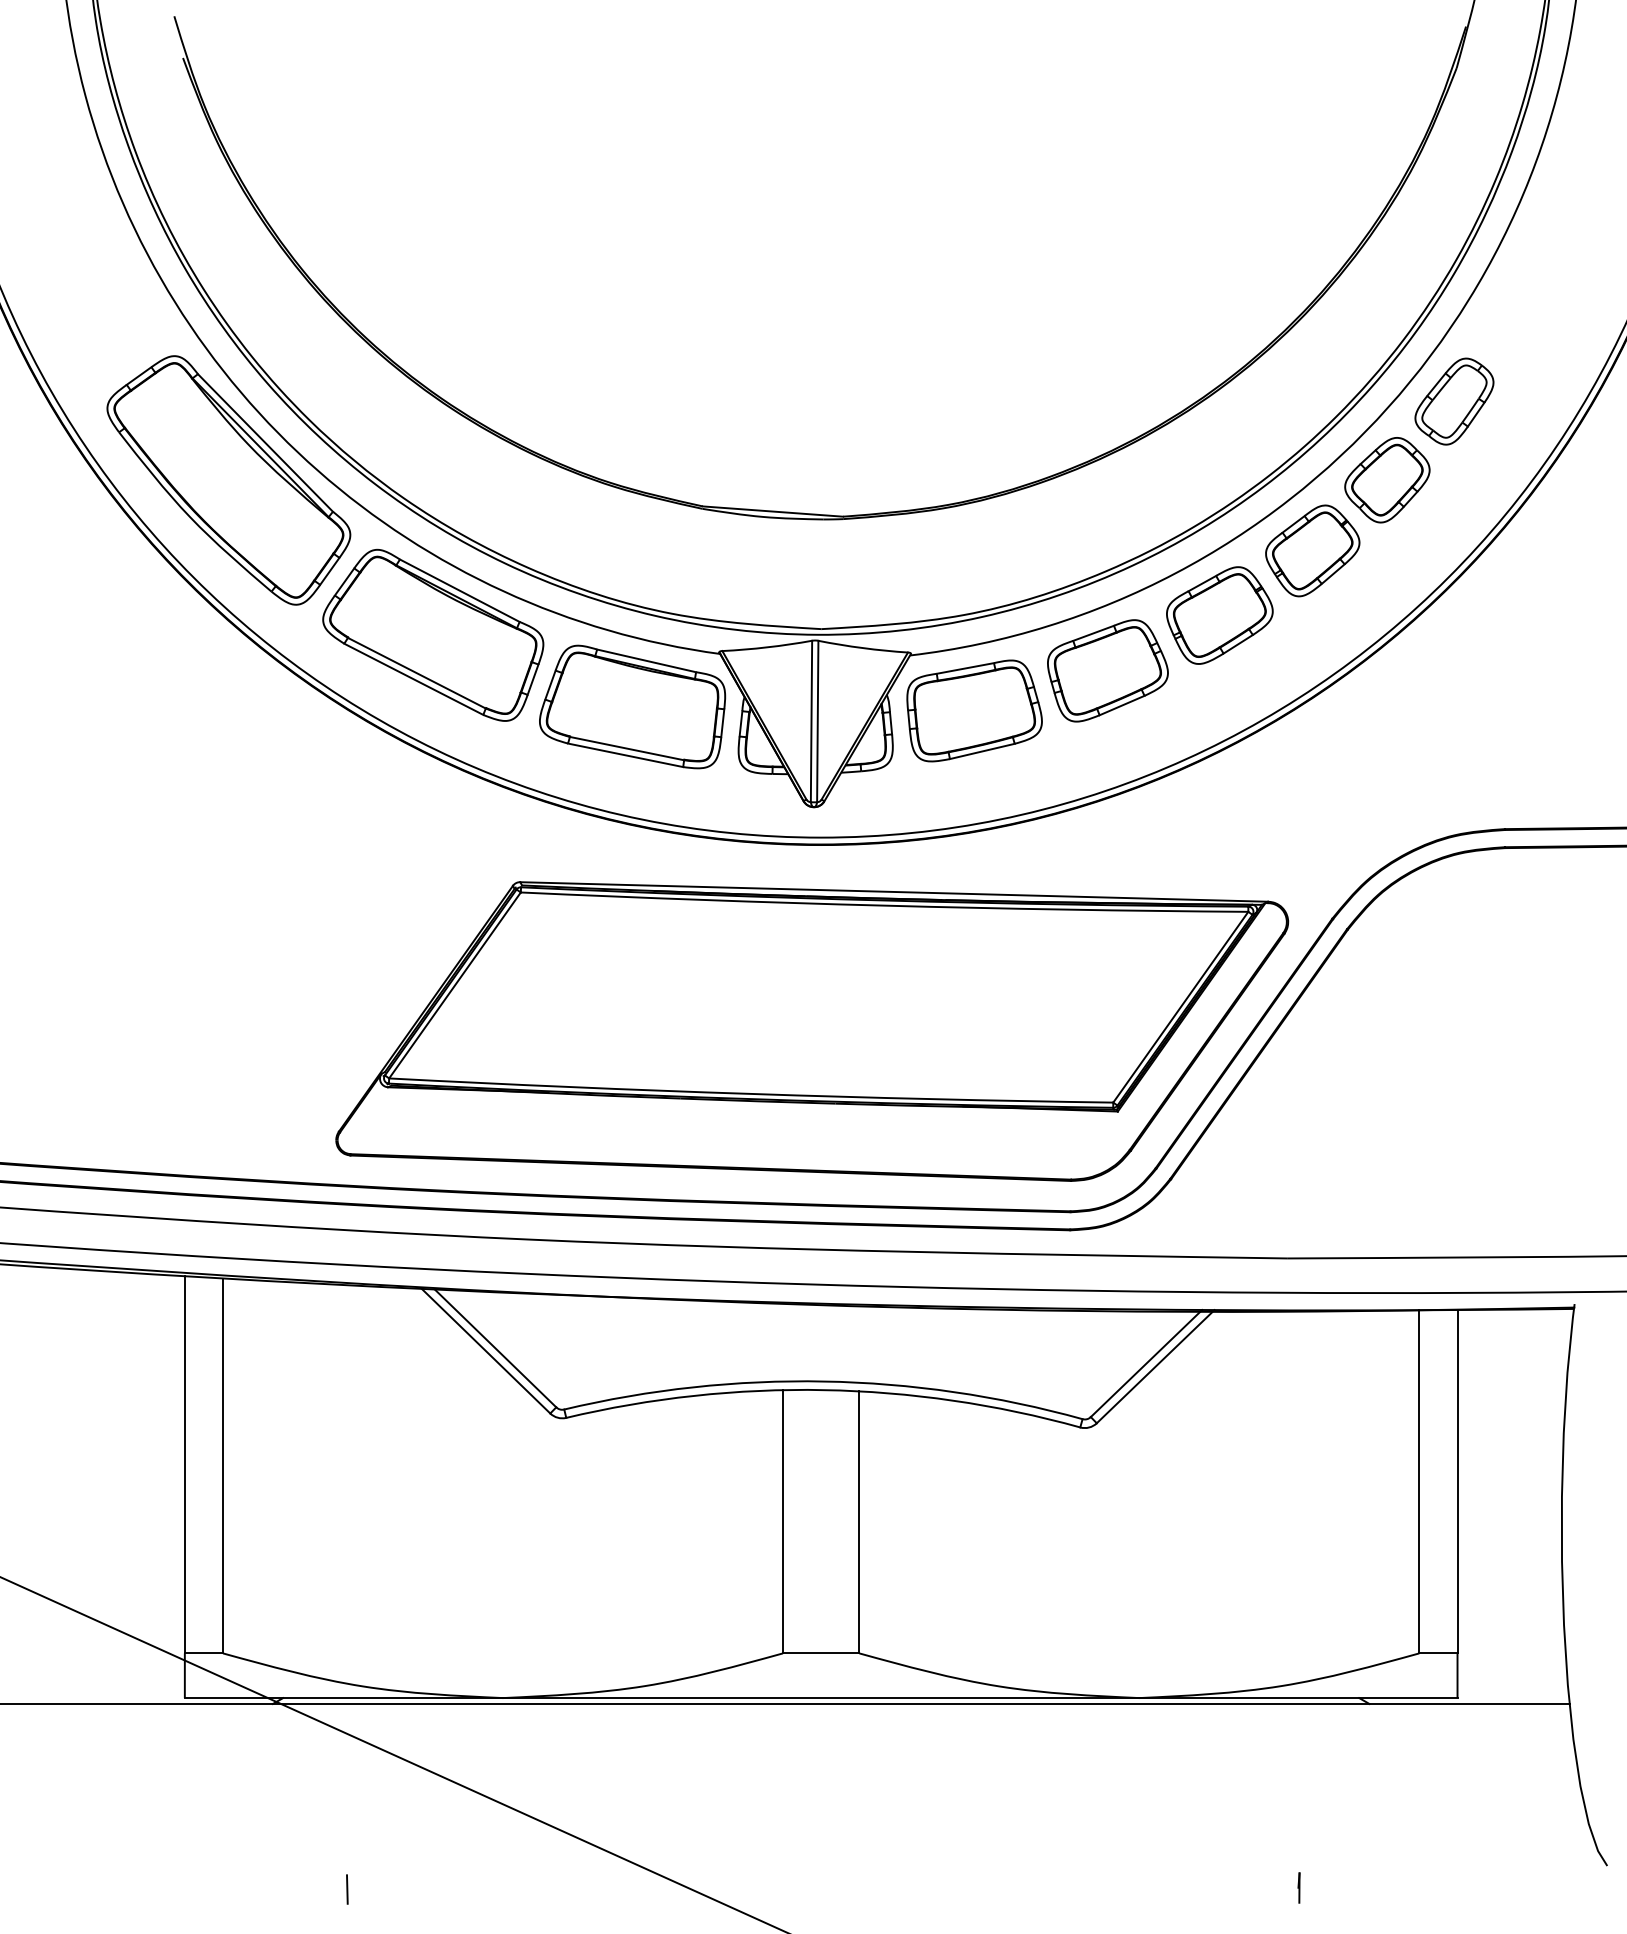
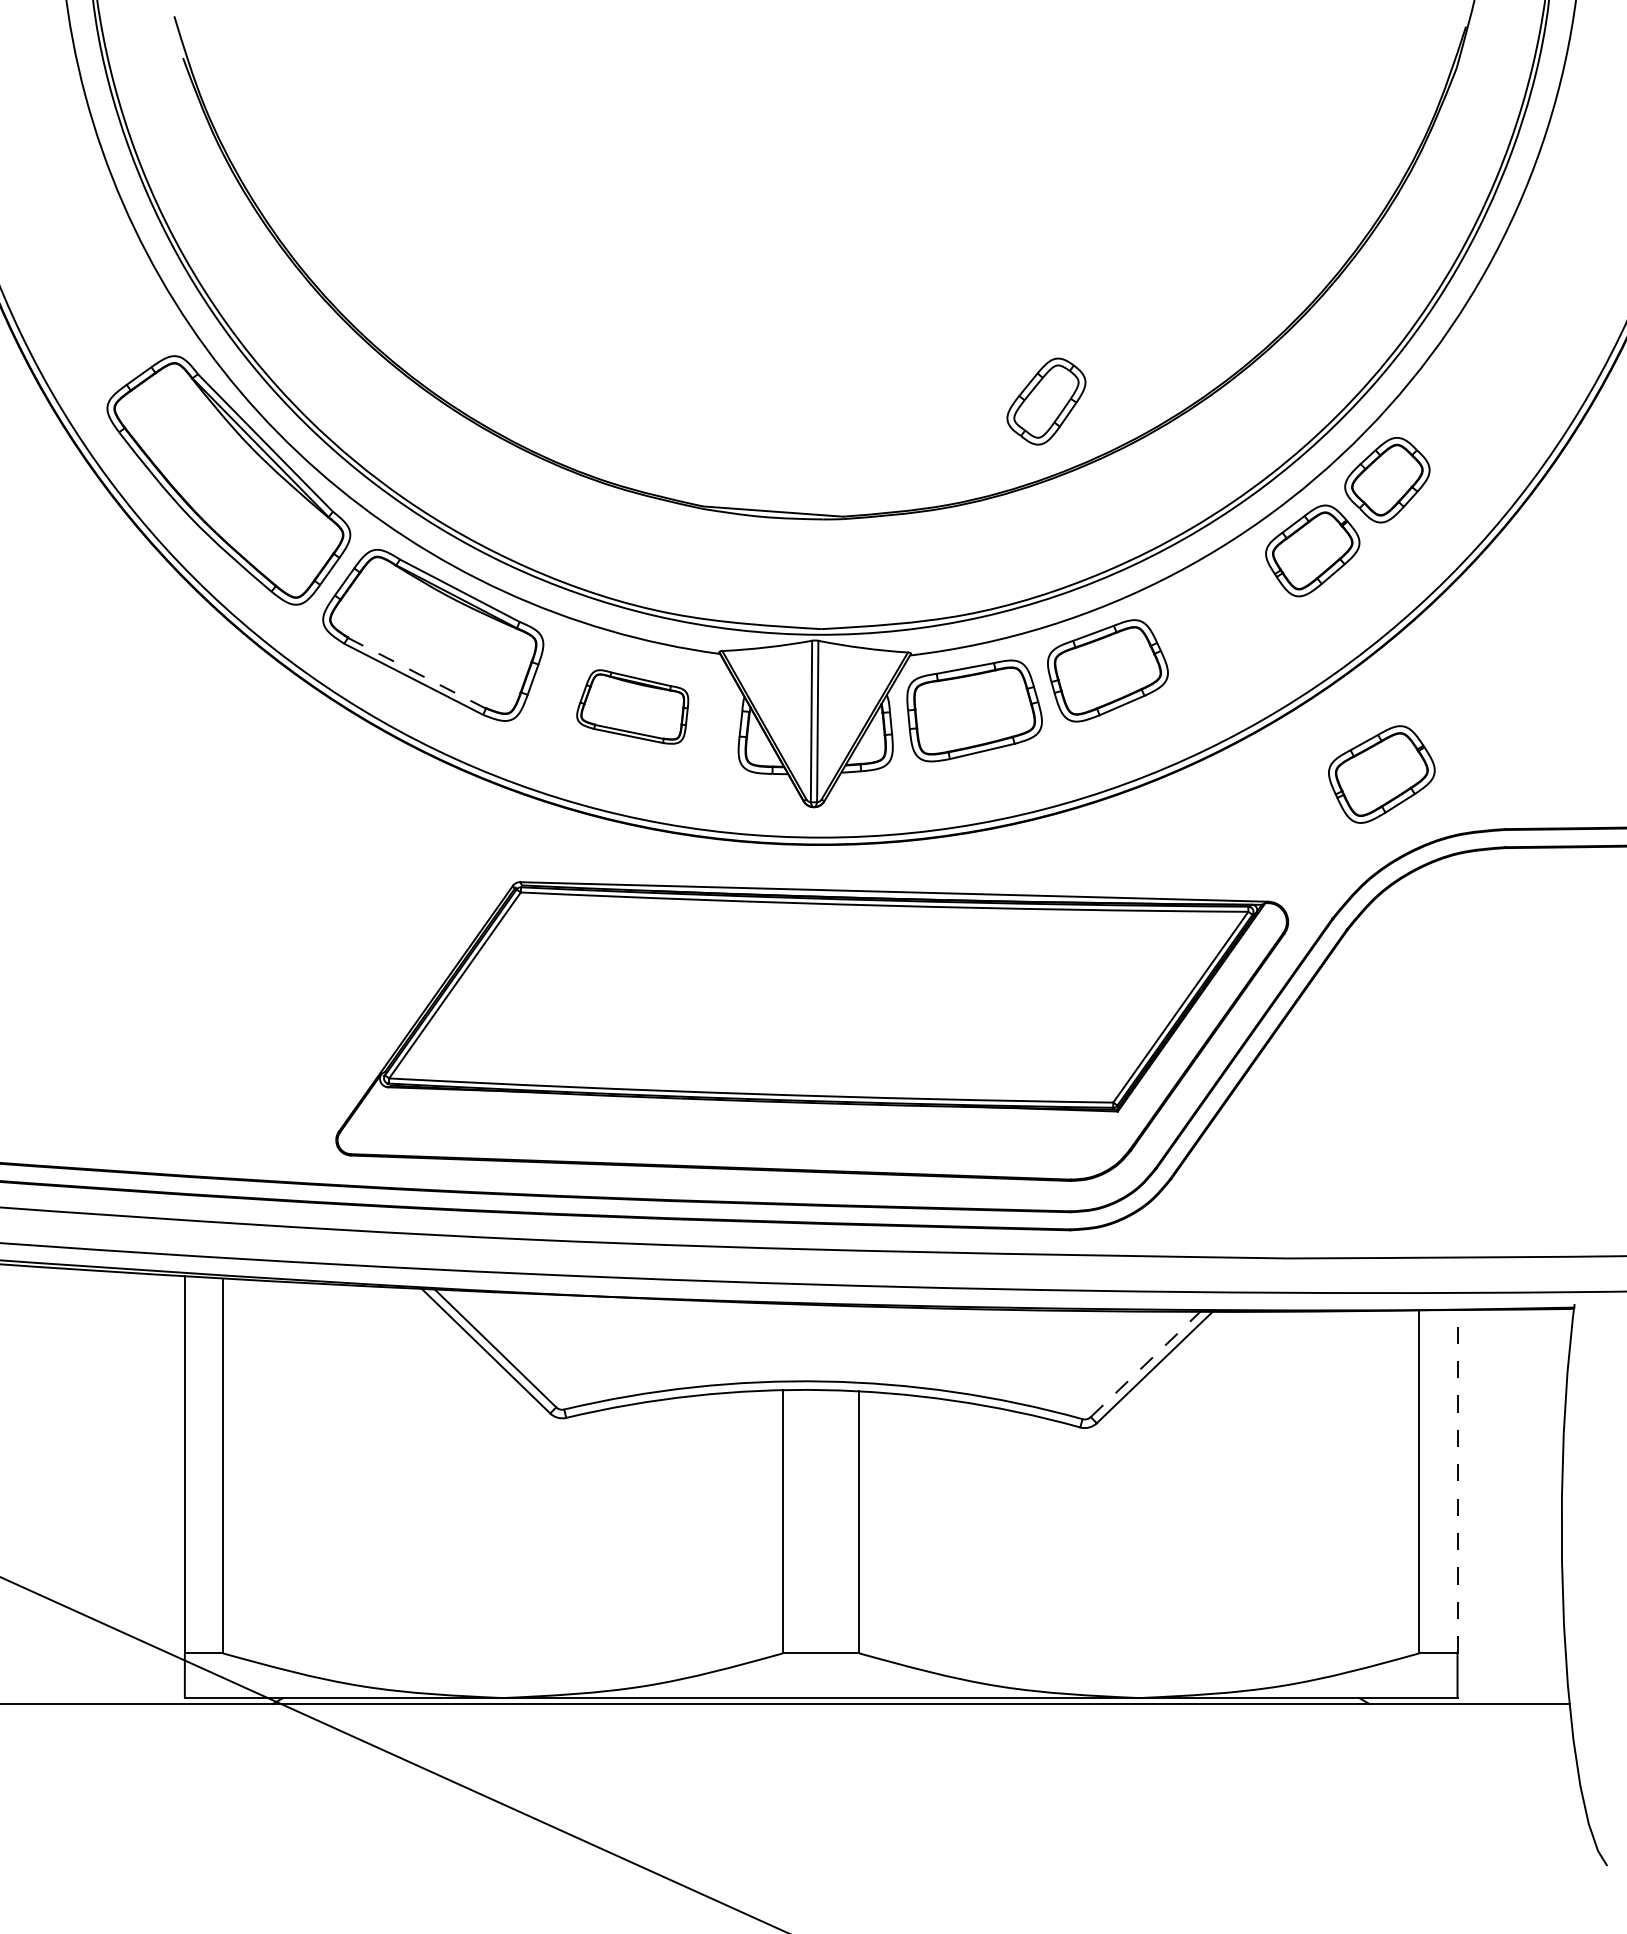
part at (1454, 401) position: (1454, 401) -> (1046, 401)
part at (1219, 615) position: (1219, 615) -> (1381, 774)
line at (417, 673): solid -> dashed
part at (632, 706) size: 188x126 px -> 114x76 px
line at (1146, 1363): solid -> dashed
line at (1457, 1481): solid -> dashed
line at (1298, 1887): present -> none
line at (347, 1889): present -> none
